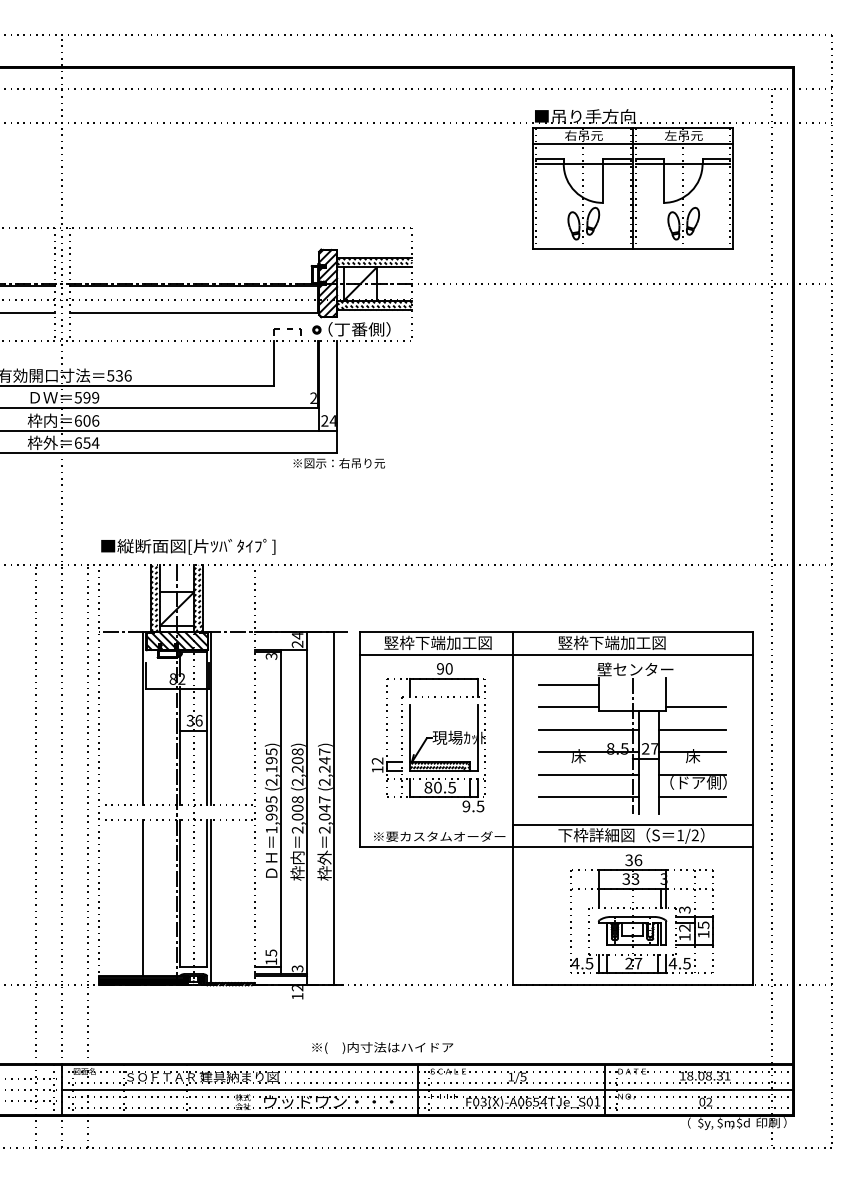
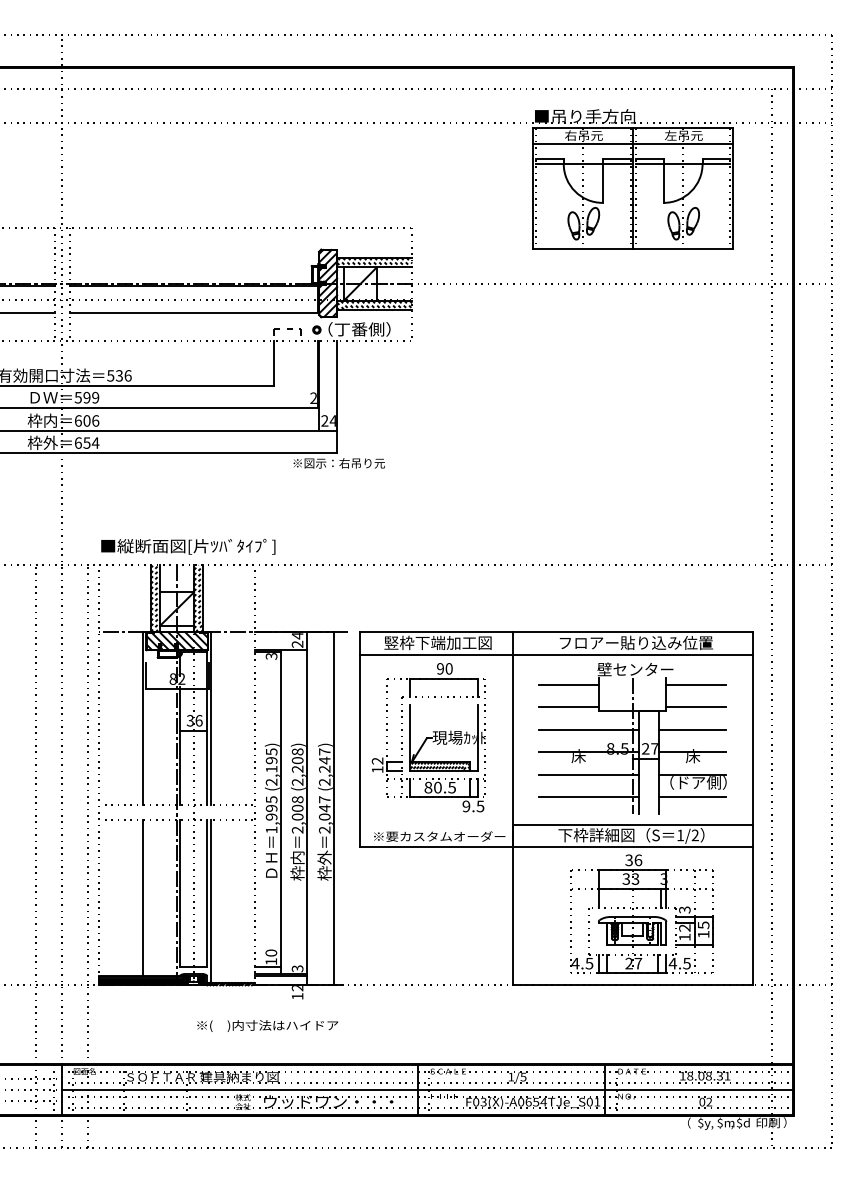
text at (635, 642): 竪枠下端加工図 -> フロアー貼り込み位置
line at (696, 684): none -> present
text at (271, 952): 15 -> 10
text at (382, 1047) position: (382, 1047) -> (267, 1025)
